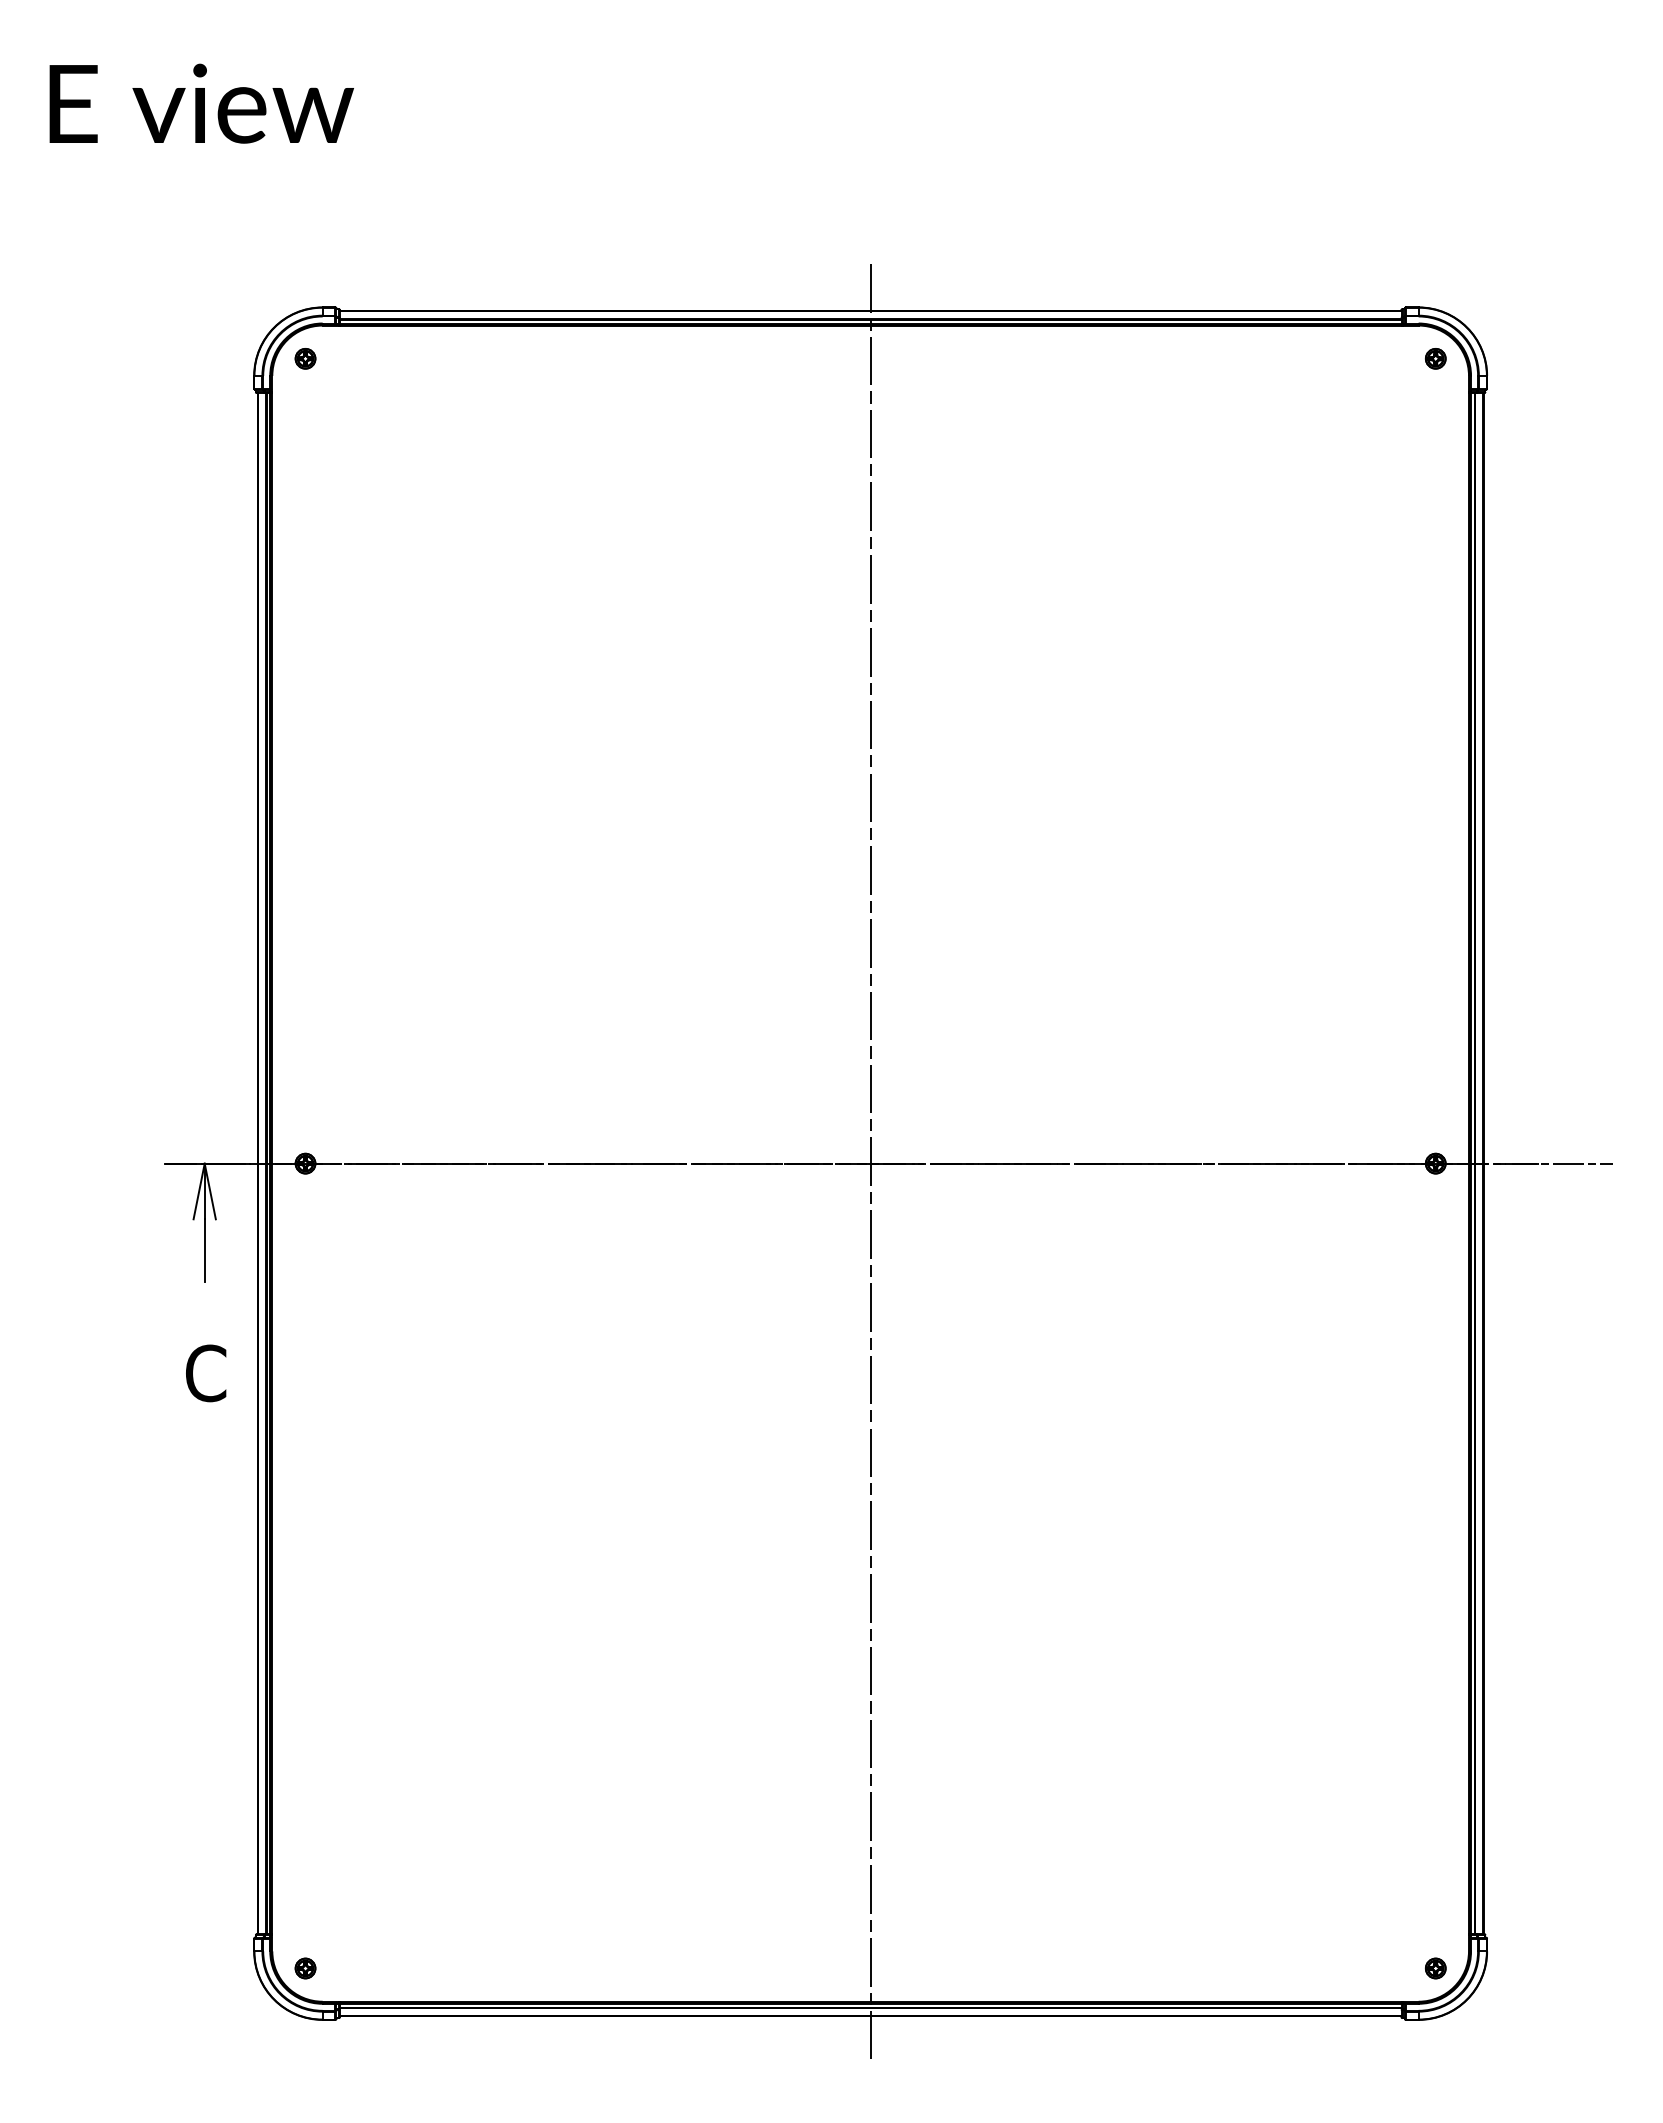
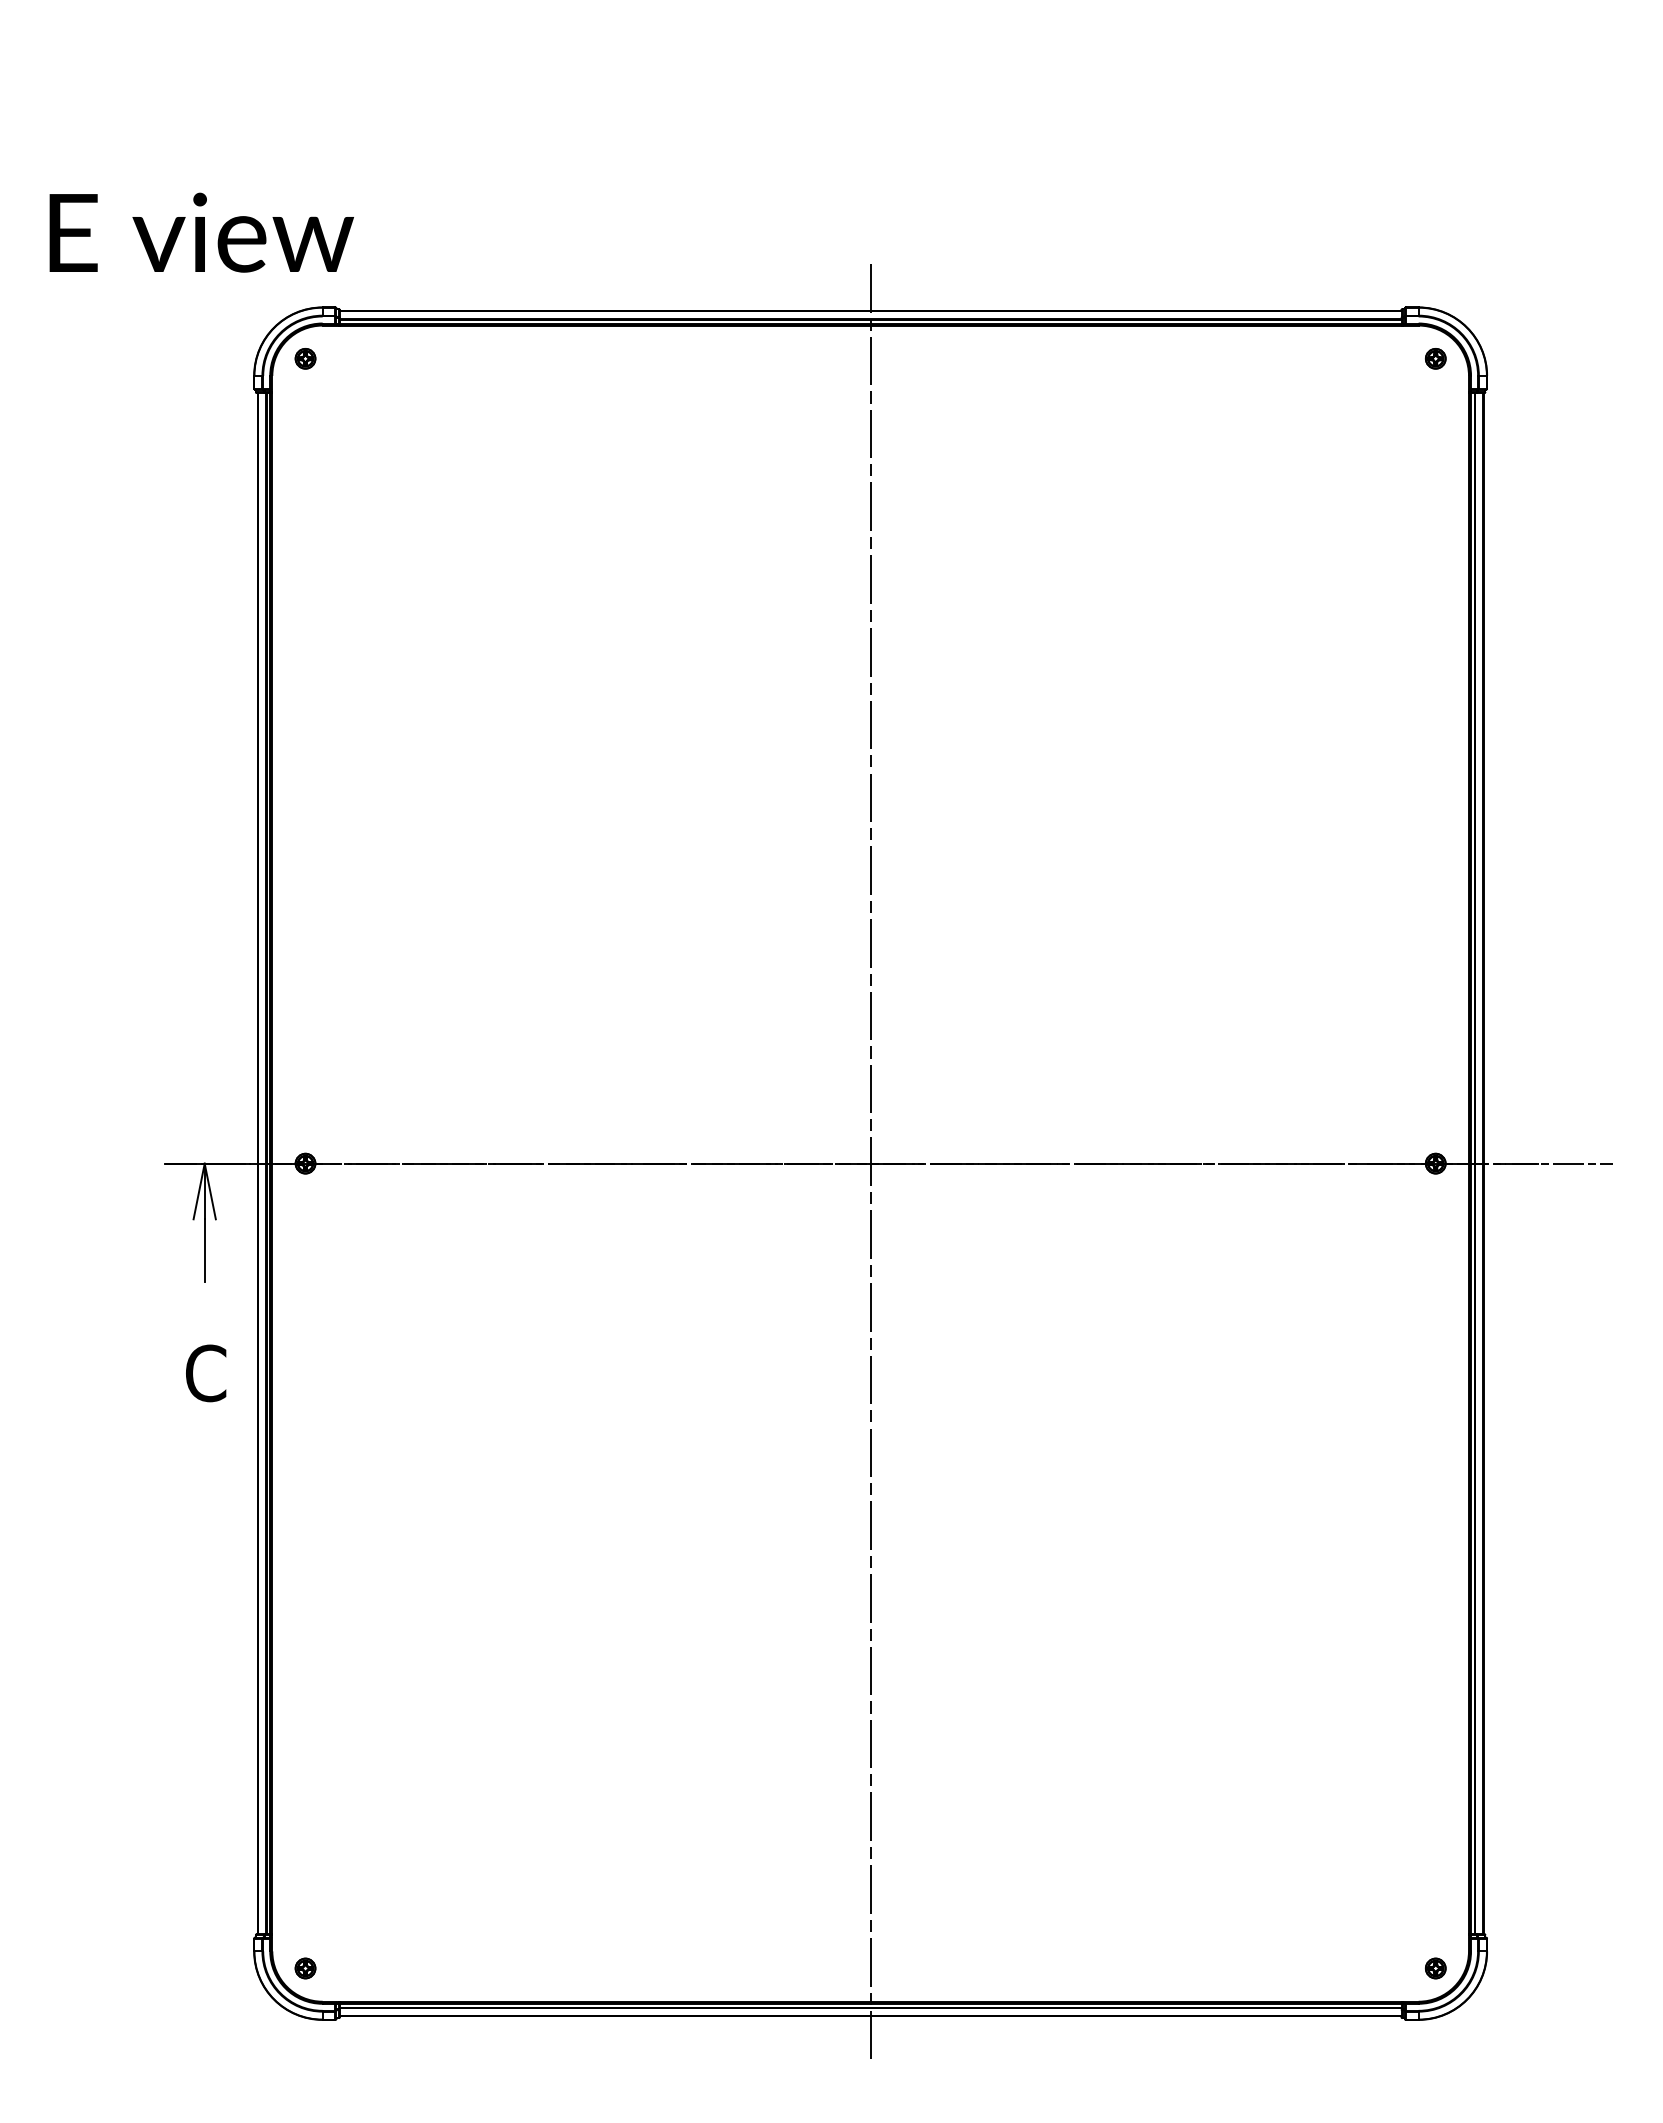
text at (201, 103) position: (201, 103) -> (201, 232)
